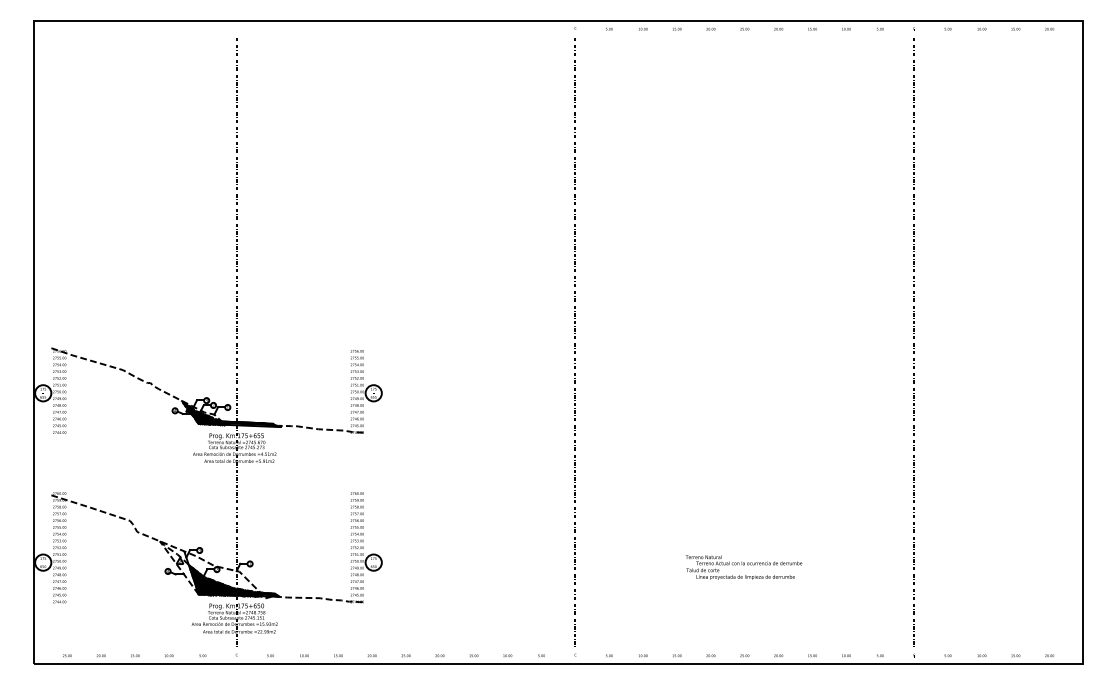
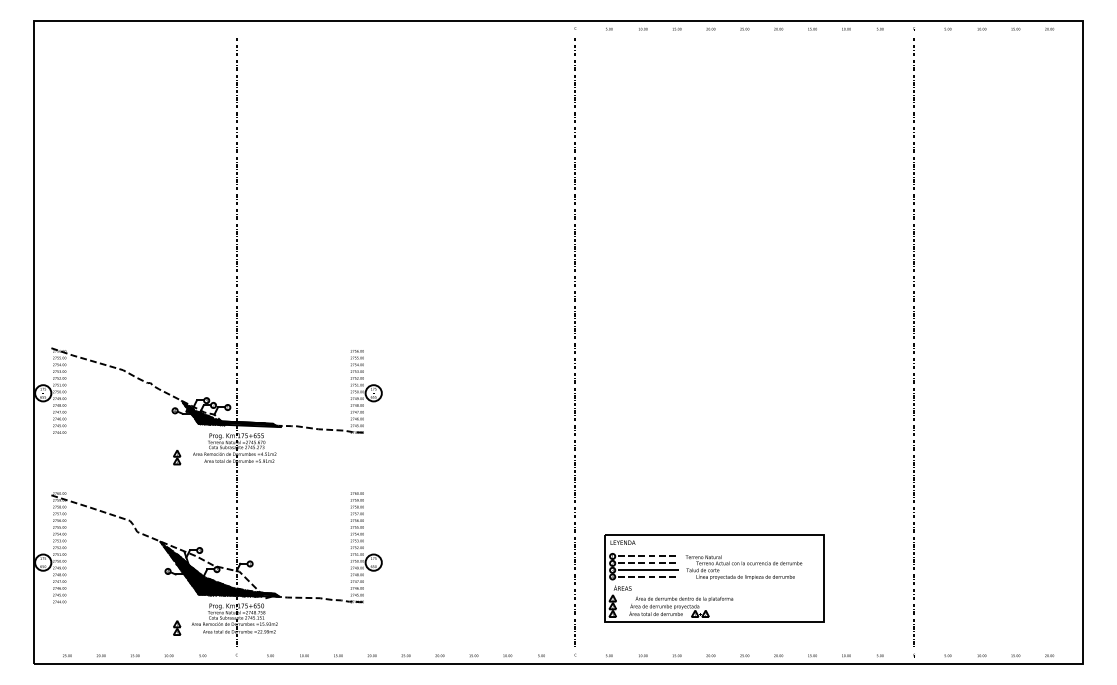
part at (177, 457): none -> present
hatch at (178, 567): none -> present
part at (714, 578): none -> present
part at (177, 627): none -> present
